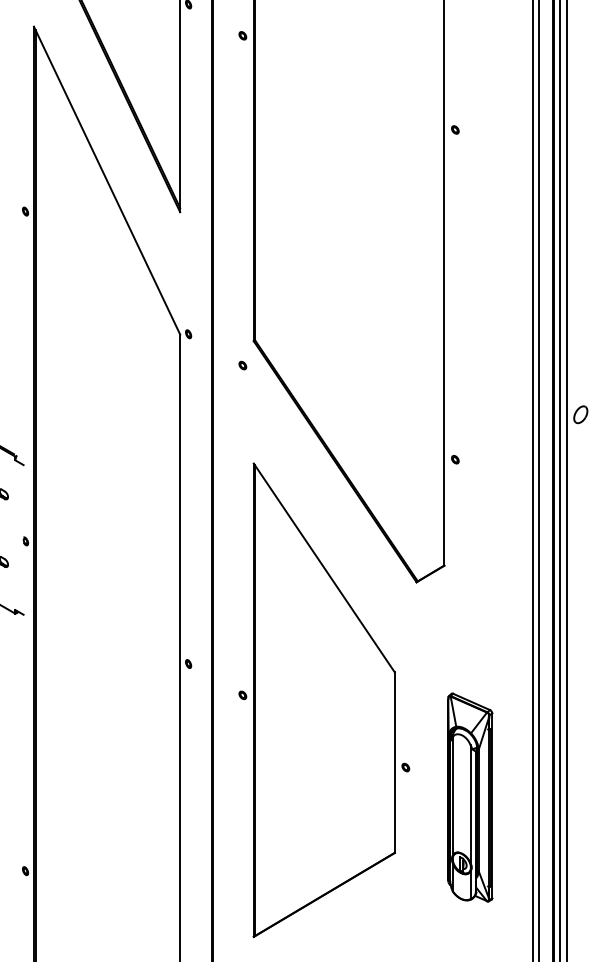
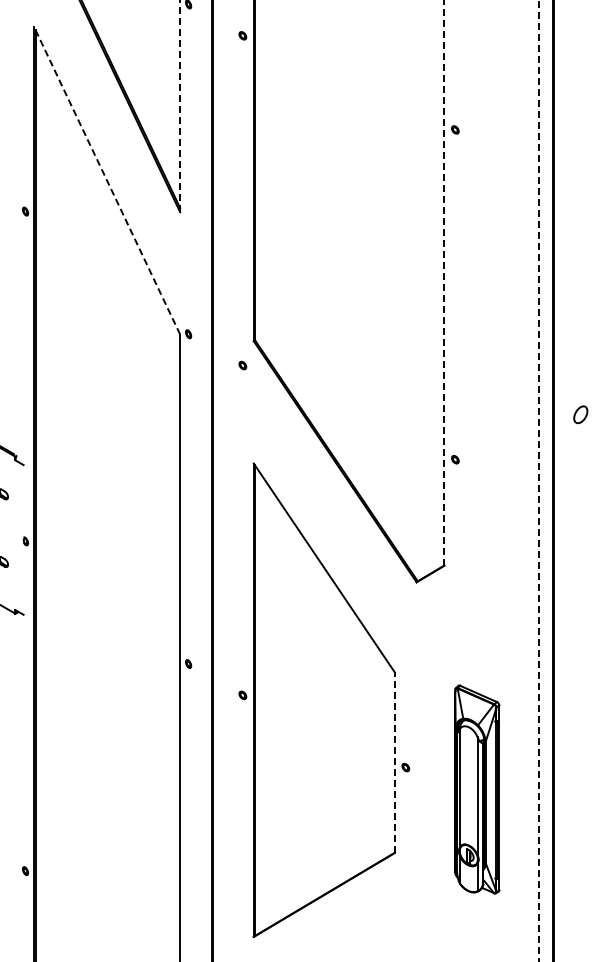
line at (180, 106): solid -> dashed
line at (106, 180): solid -> dashed
line at (444, 283): solid -> dashed
line at (533, 480): present -> none
line at (539, 480): solid -> dashed
line at (560, 480): present -> none
line at (566, 480): present -> none
line at (394, 762): solid -> dashed
part at (470, 797) position: (470, 797) -> (477, 789)
